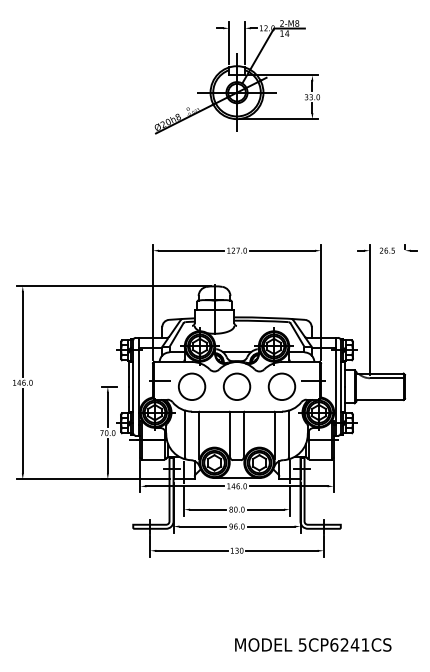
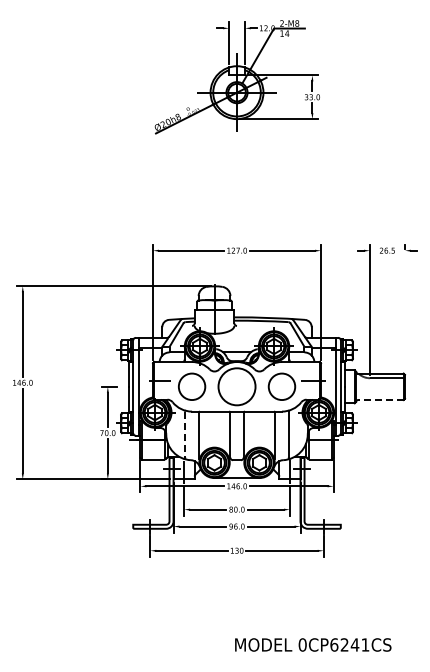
circle at (236, 386) diameter: 26 px -> 37 px
line at (380, 400): solid -> dashed
line at (185, 434): solid -> dashed
text at (302, 644): 5CP6241CS -> 0CP6241CS
